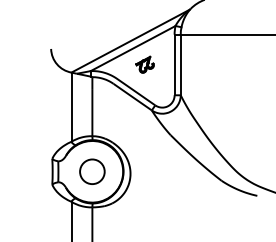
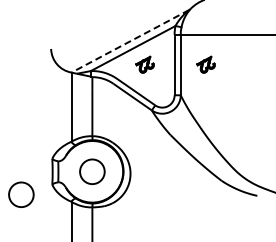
line at (130, 41): solid -> dashed
part at (205, 64): none -> present
circle at (21, 194): none -> present
